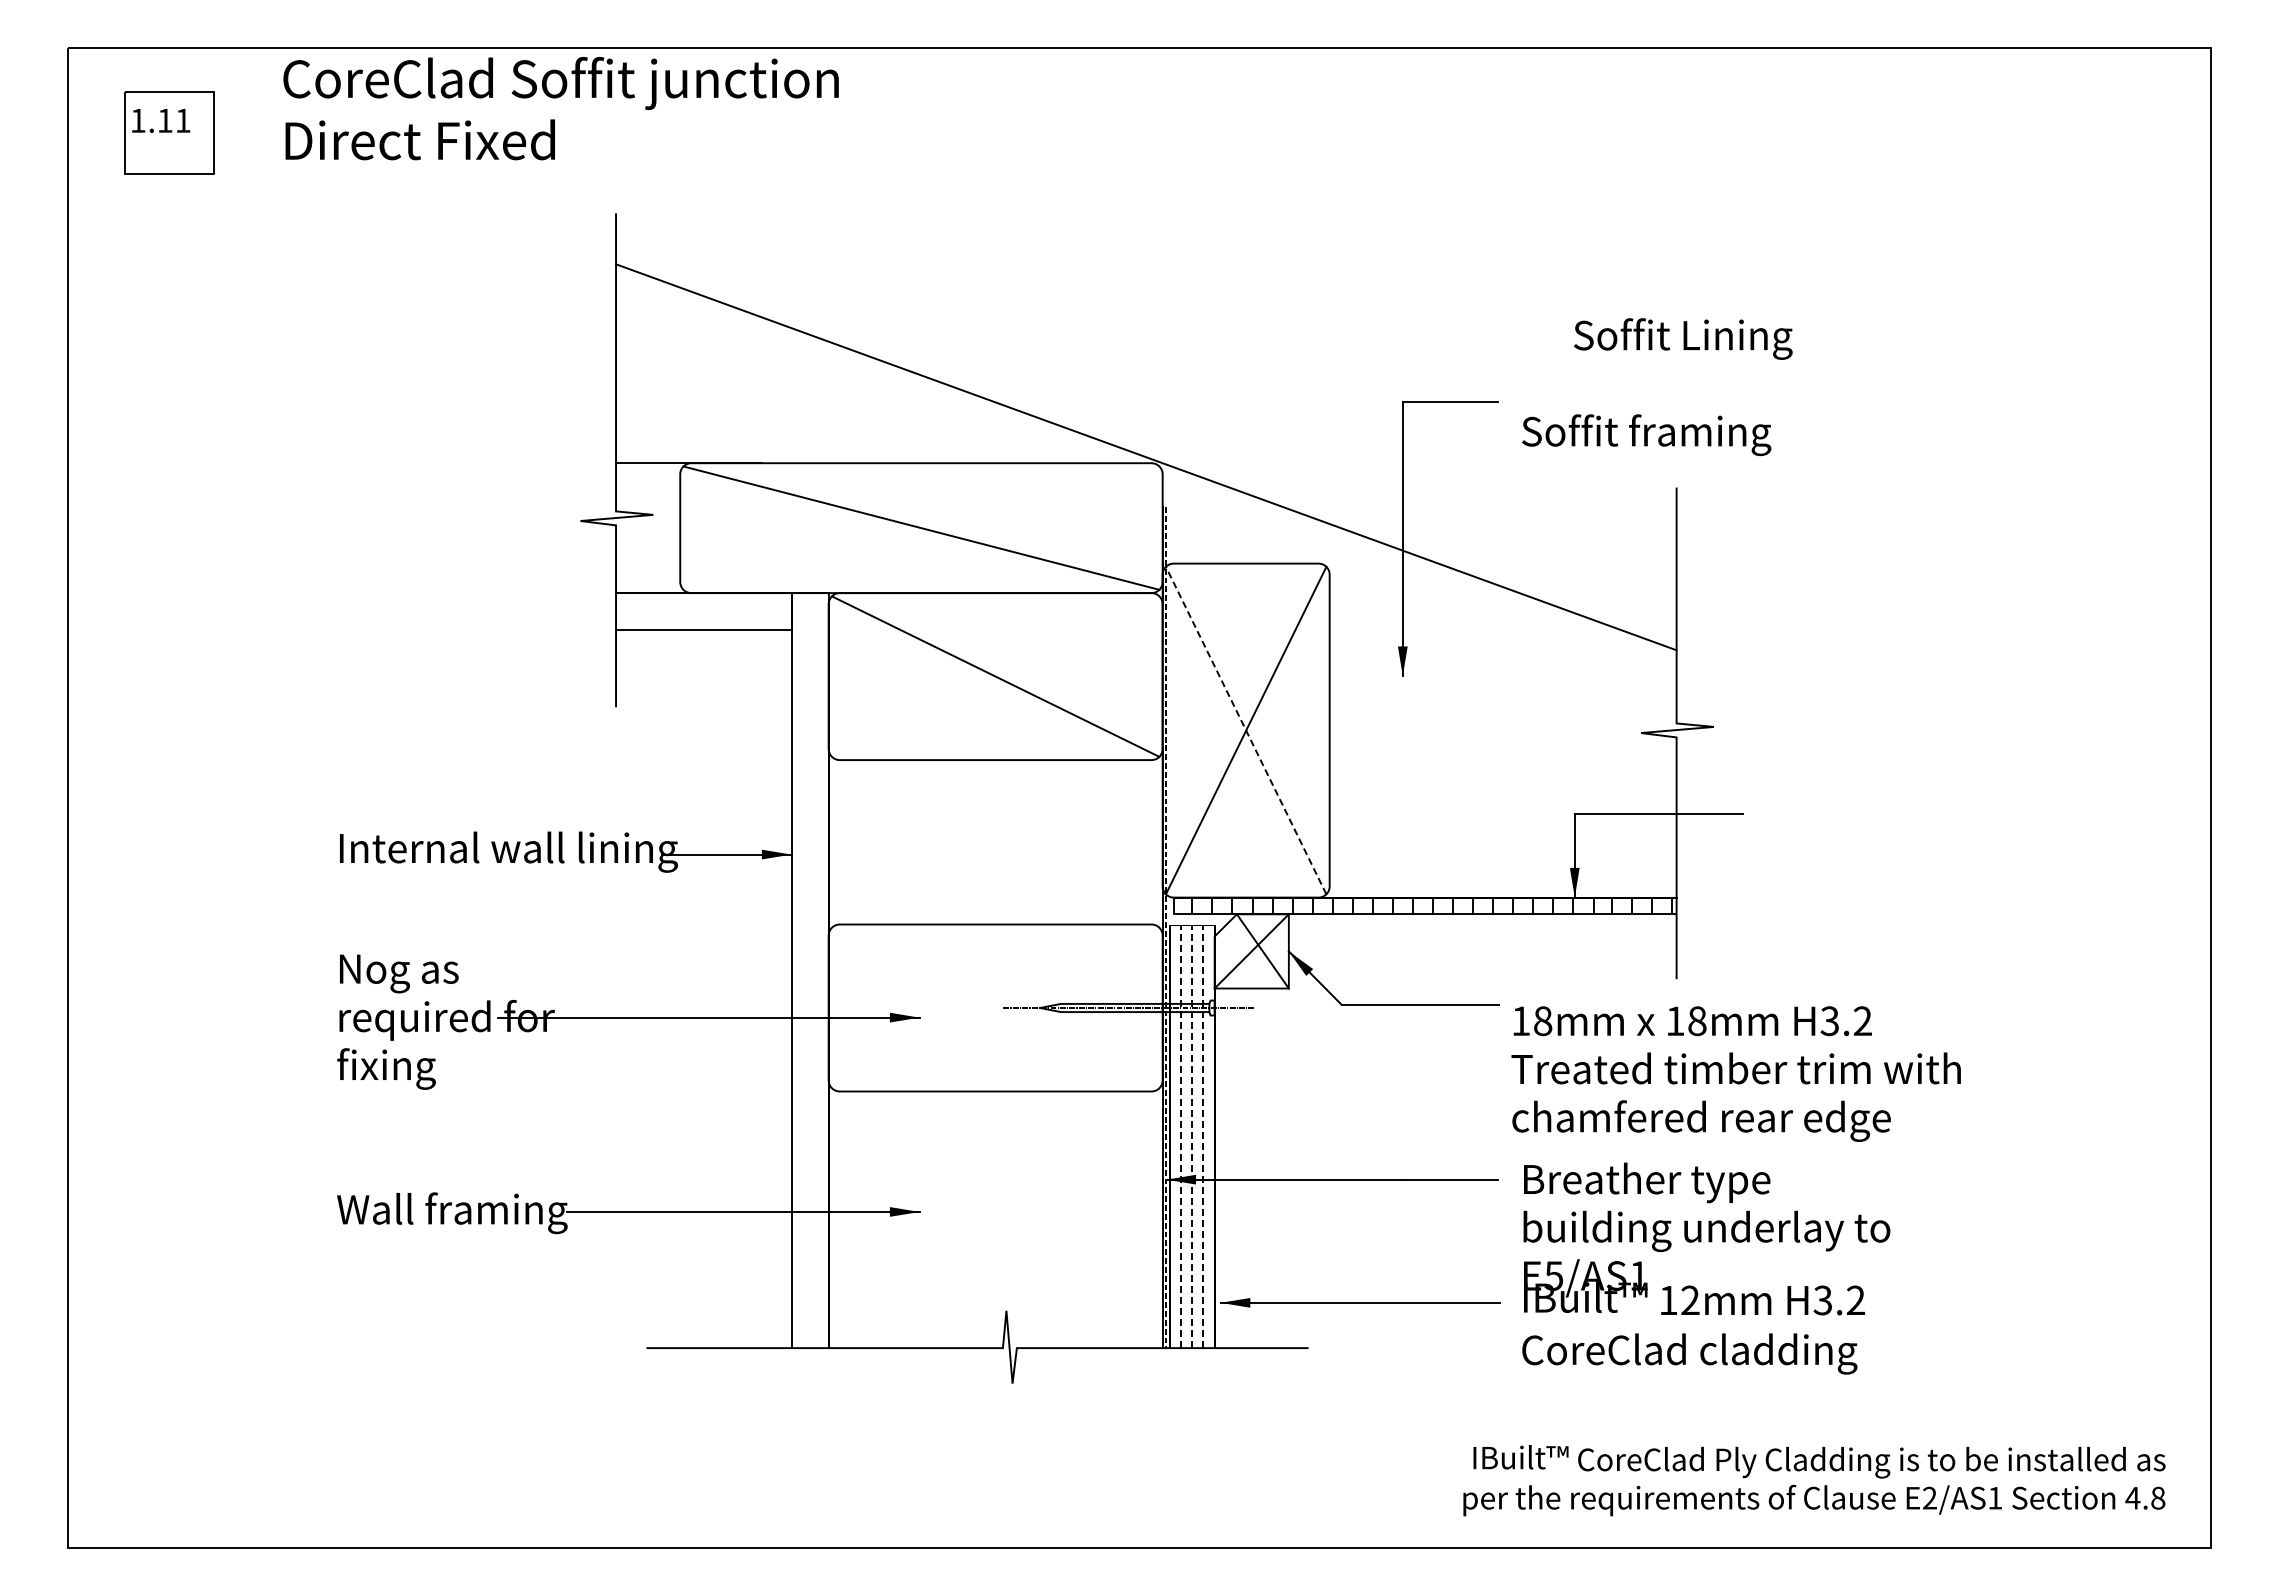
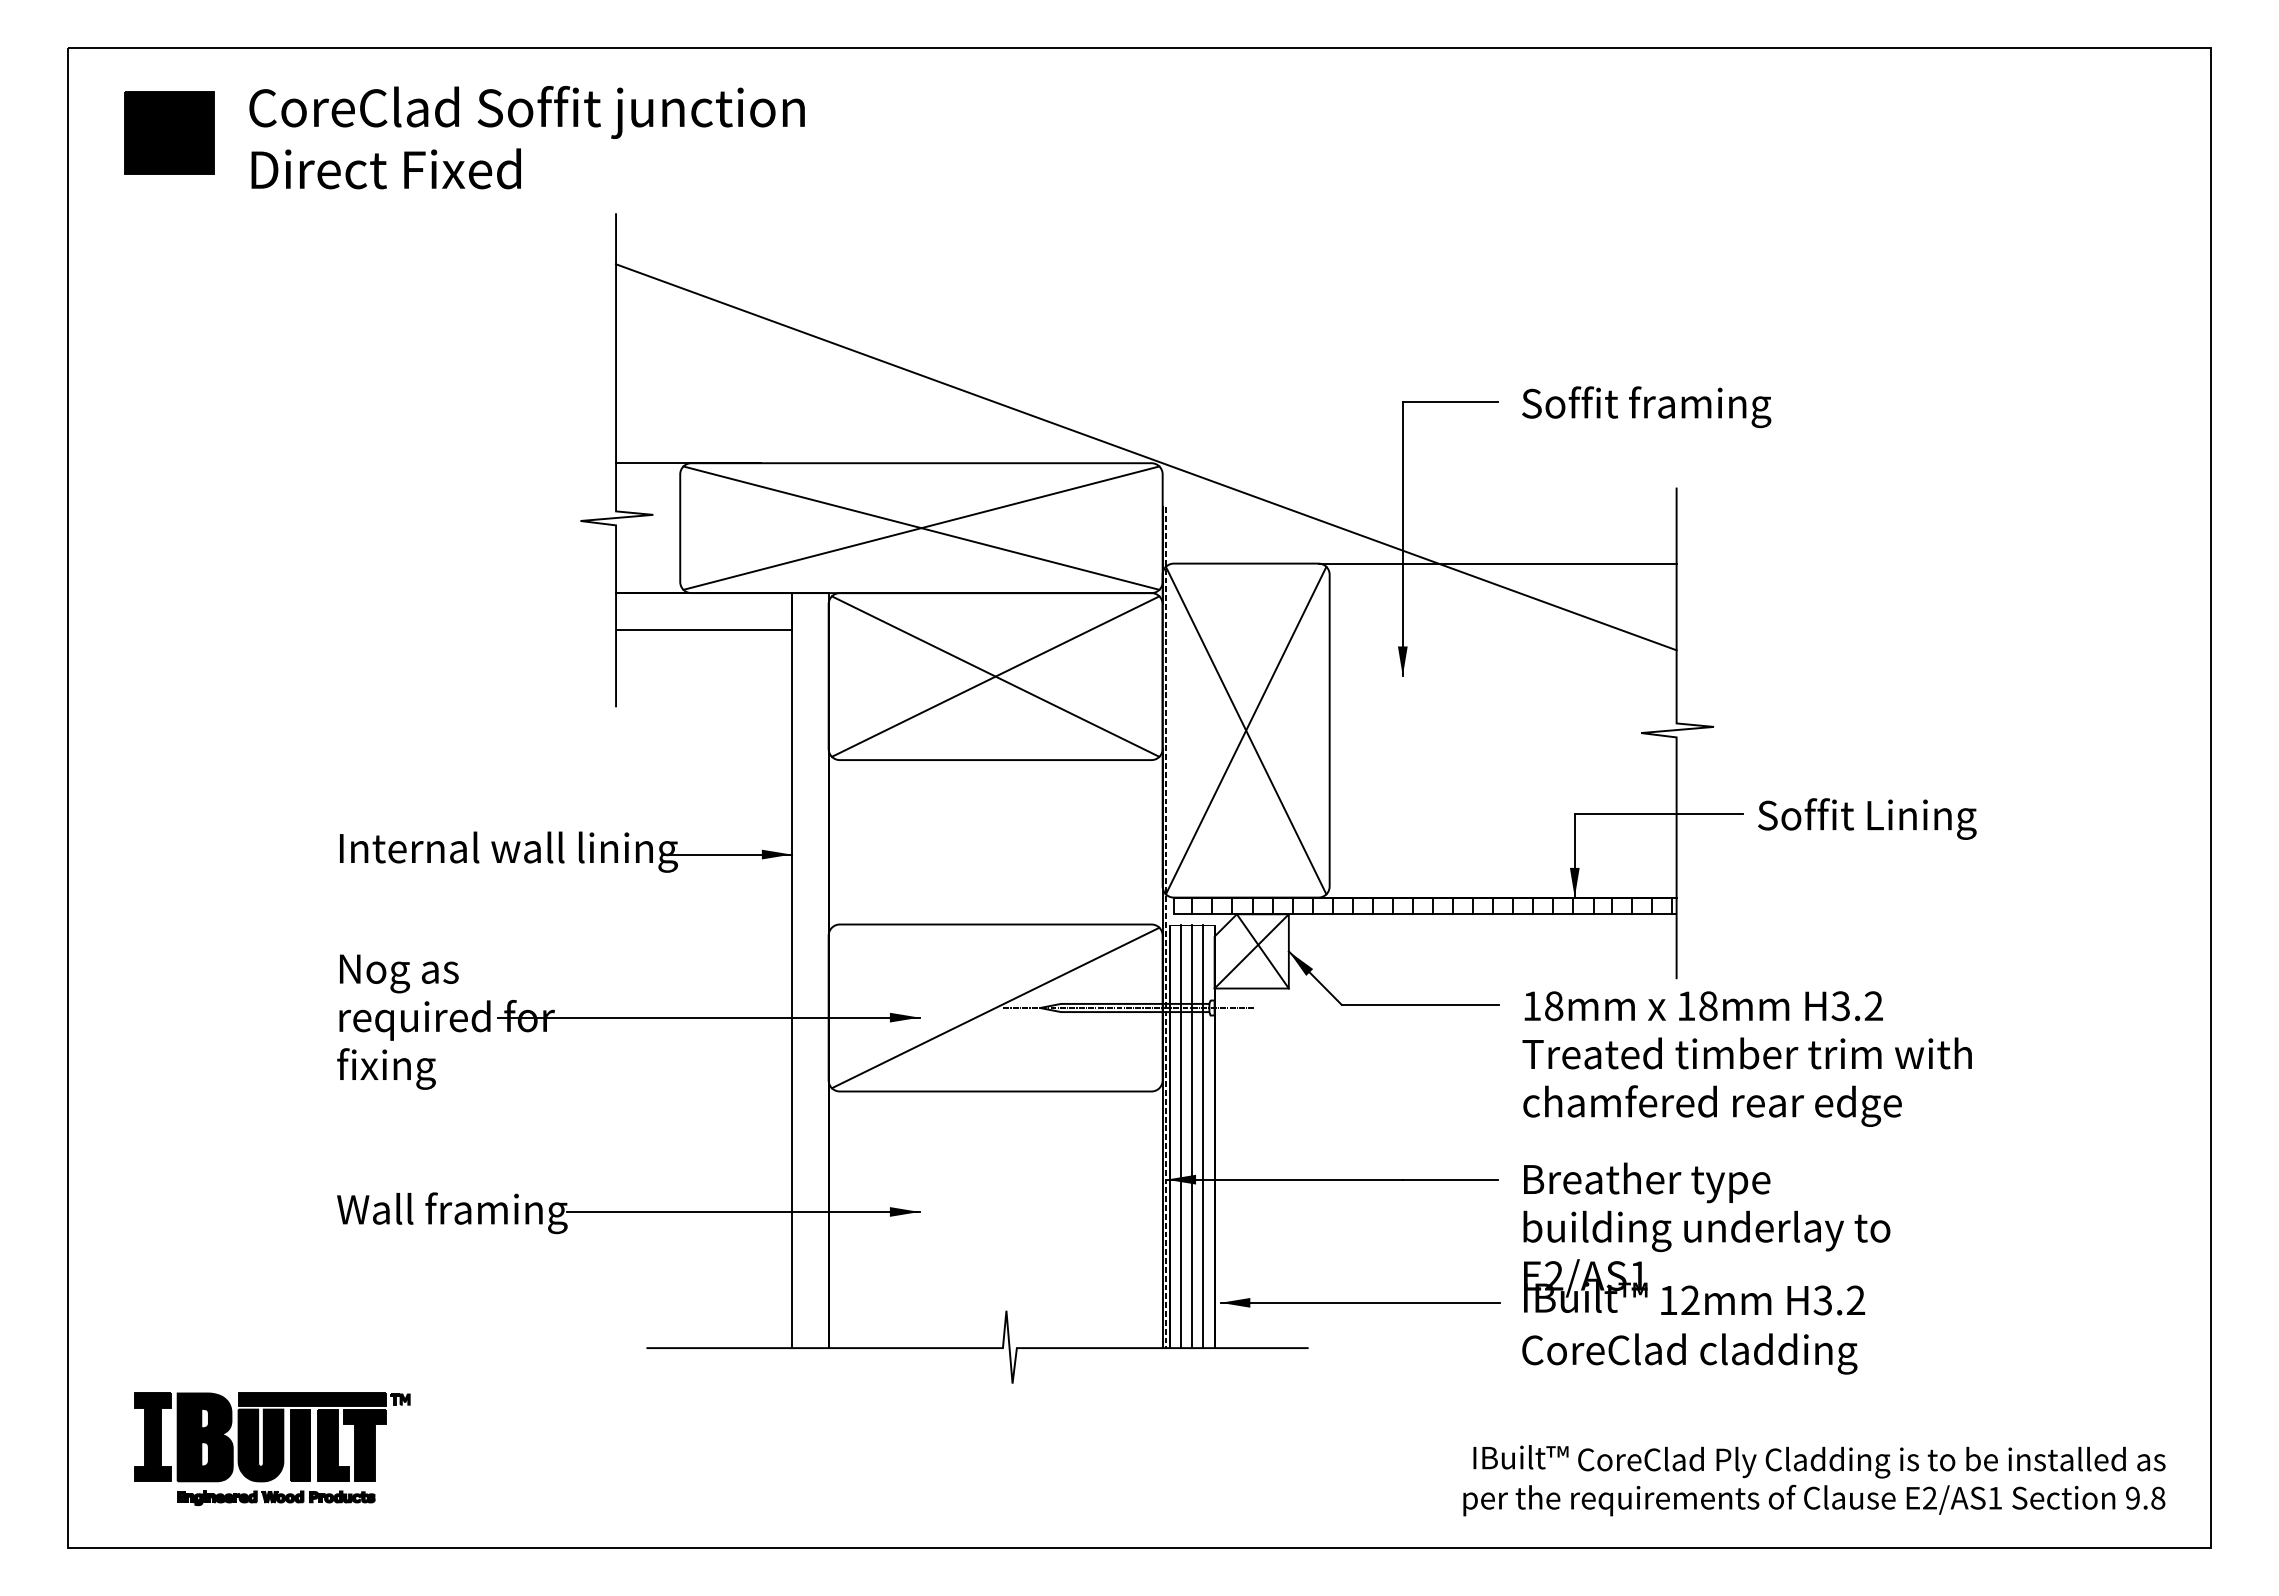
text at (560, 108) position: (560, 108) -> (526, 137)
fill at (168, 132): none -> present
text at (1683, 338) position: (1683, 338) -> (1867, 818)
text at (1646, 435) position: (1646, 435) -> (1646, 407)
line at (921, 527): none -> present
line at (1497, 563): none -> present
line at (995, 676): none -> present
line at (1245, 730): dashed -> solid
line at (995, 1007): none -> present
text at (1735, 1073) position: (1735, 1073) -> (1746, 1058)
line at (1181, 1136): dashed -> solid
line at (1192, 1136): dashed -> solid
line at (1203, 1136): dashed -> solid
text at (1553, 1275): E5/AS1 -> E2/AS1
part at (272, 1449): none -> present
text at (2132, 1497): 4.8 -> 9.8
